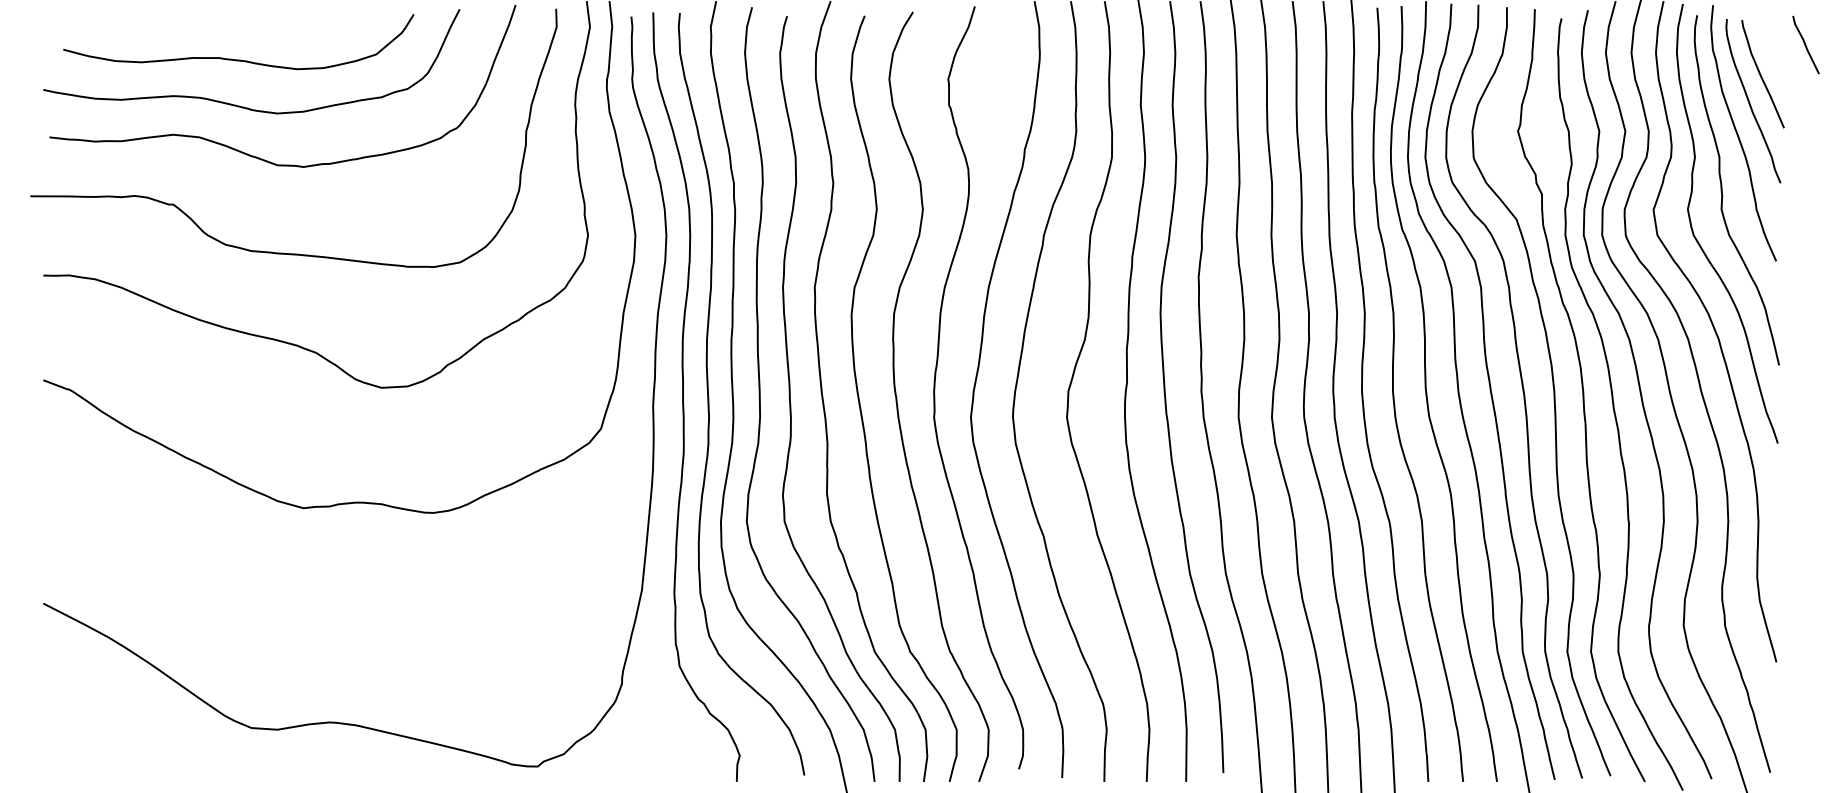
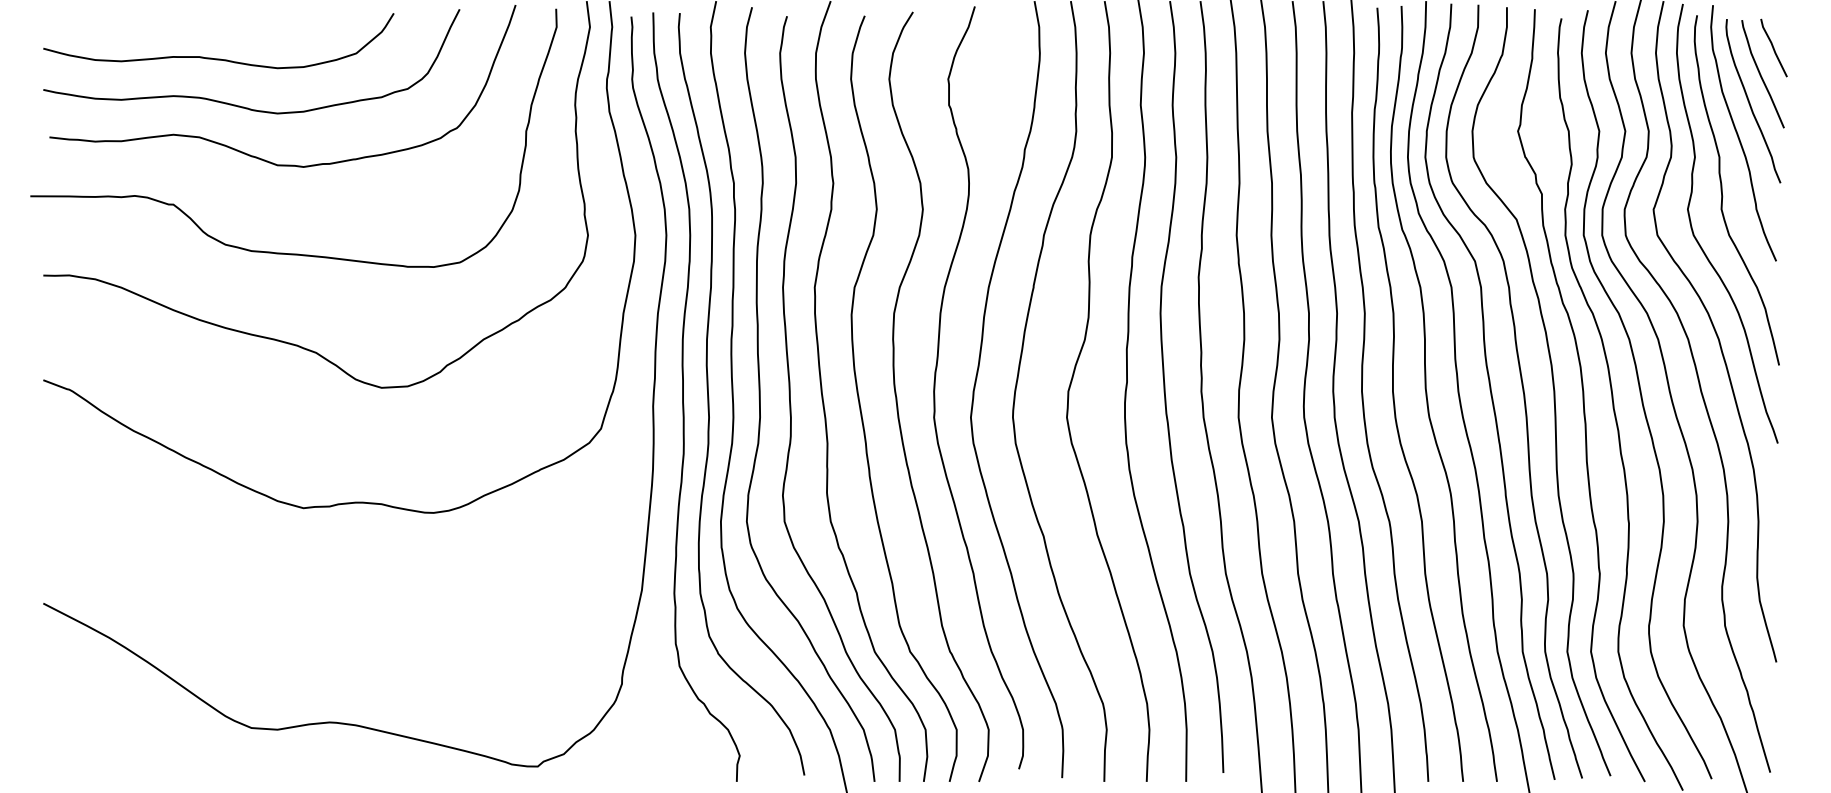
line at (1805, 44) position: (1805, 44) -> (1773, 47)
curve at (238, 59) position: (238, 59) -> (218, 58)
